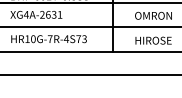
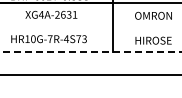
text at (36, 14) position: (36, 14) -> (51, 14)
line at (90, 27): present -> none
line at (91, 52): solid -> dashed
